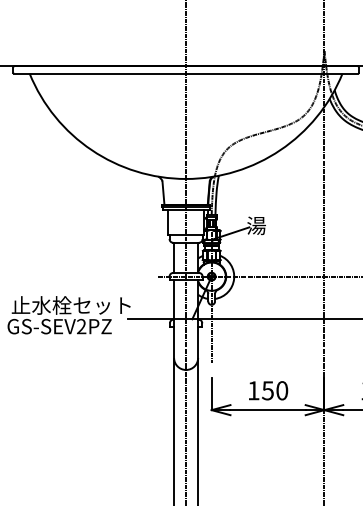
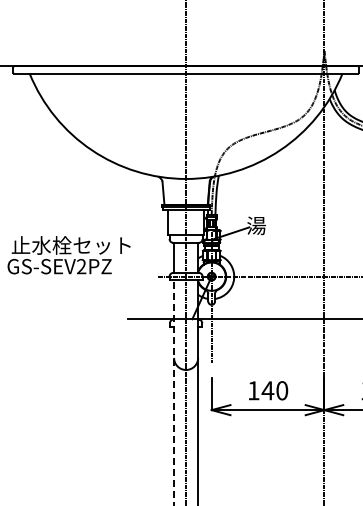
text at (68, 315) position: (68, 315) -> (68, 255)
text at (267, 390): 150 -> 140
line at (174, 392): solid -> dashed
